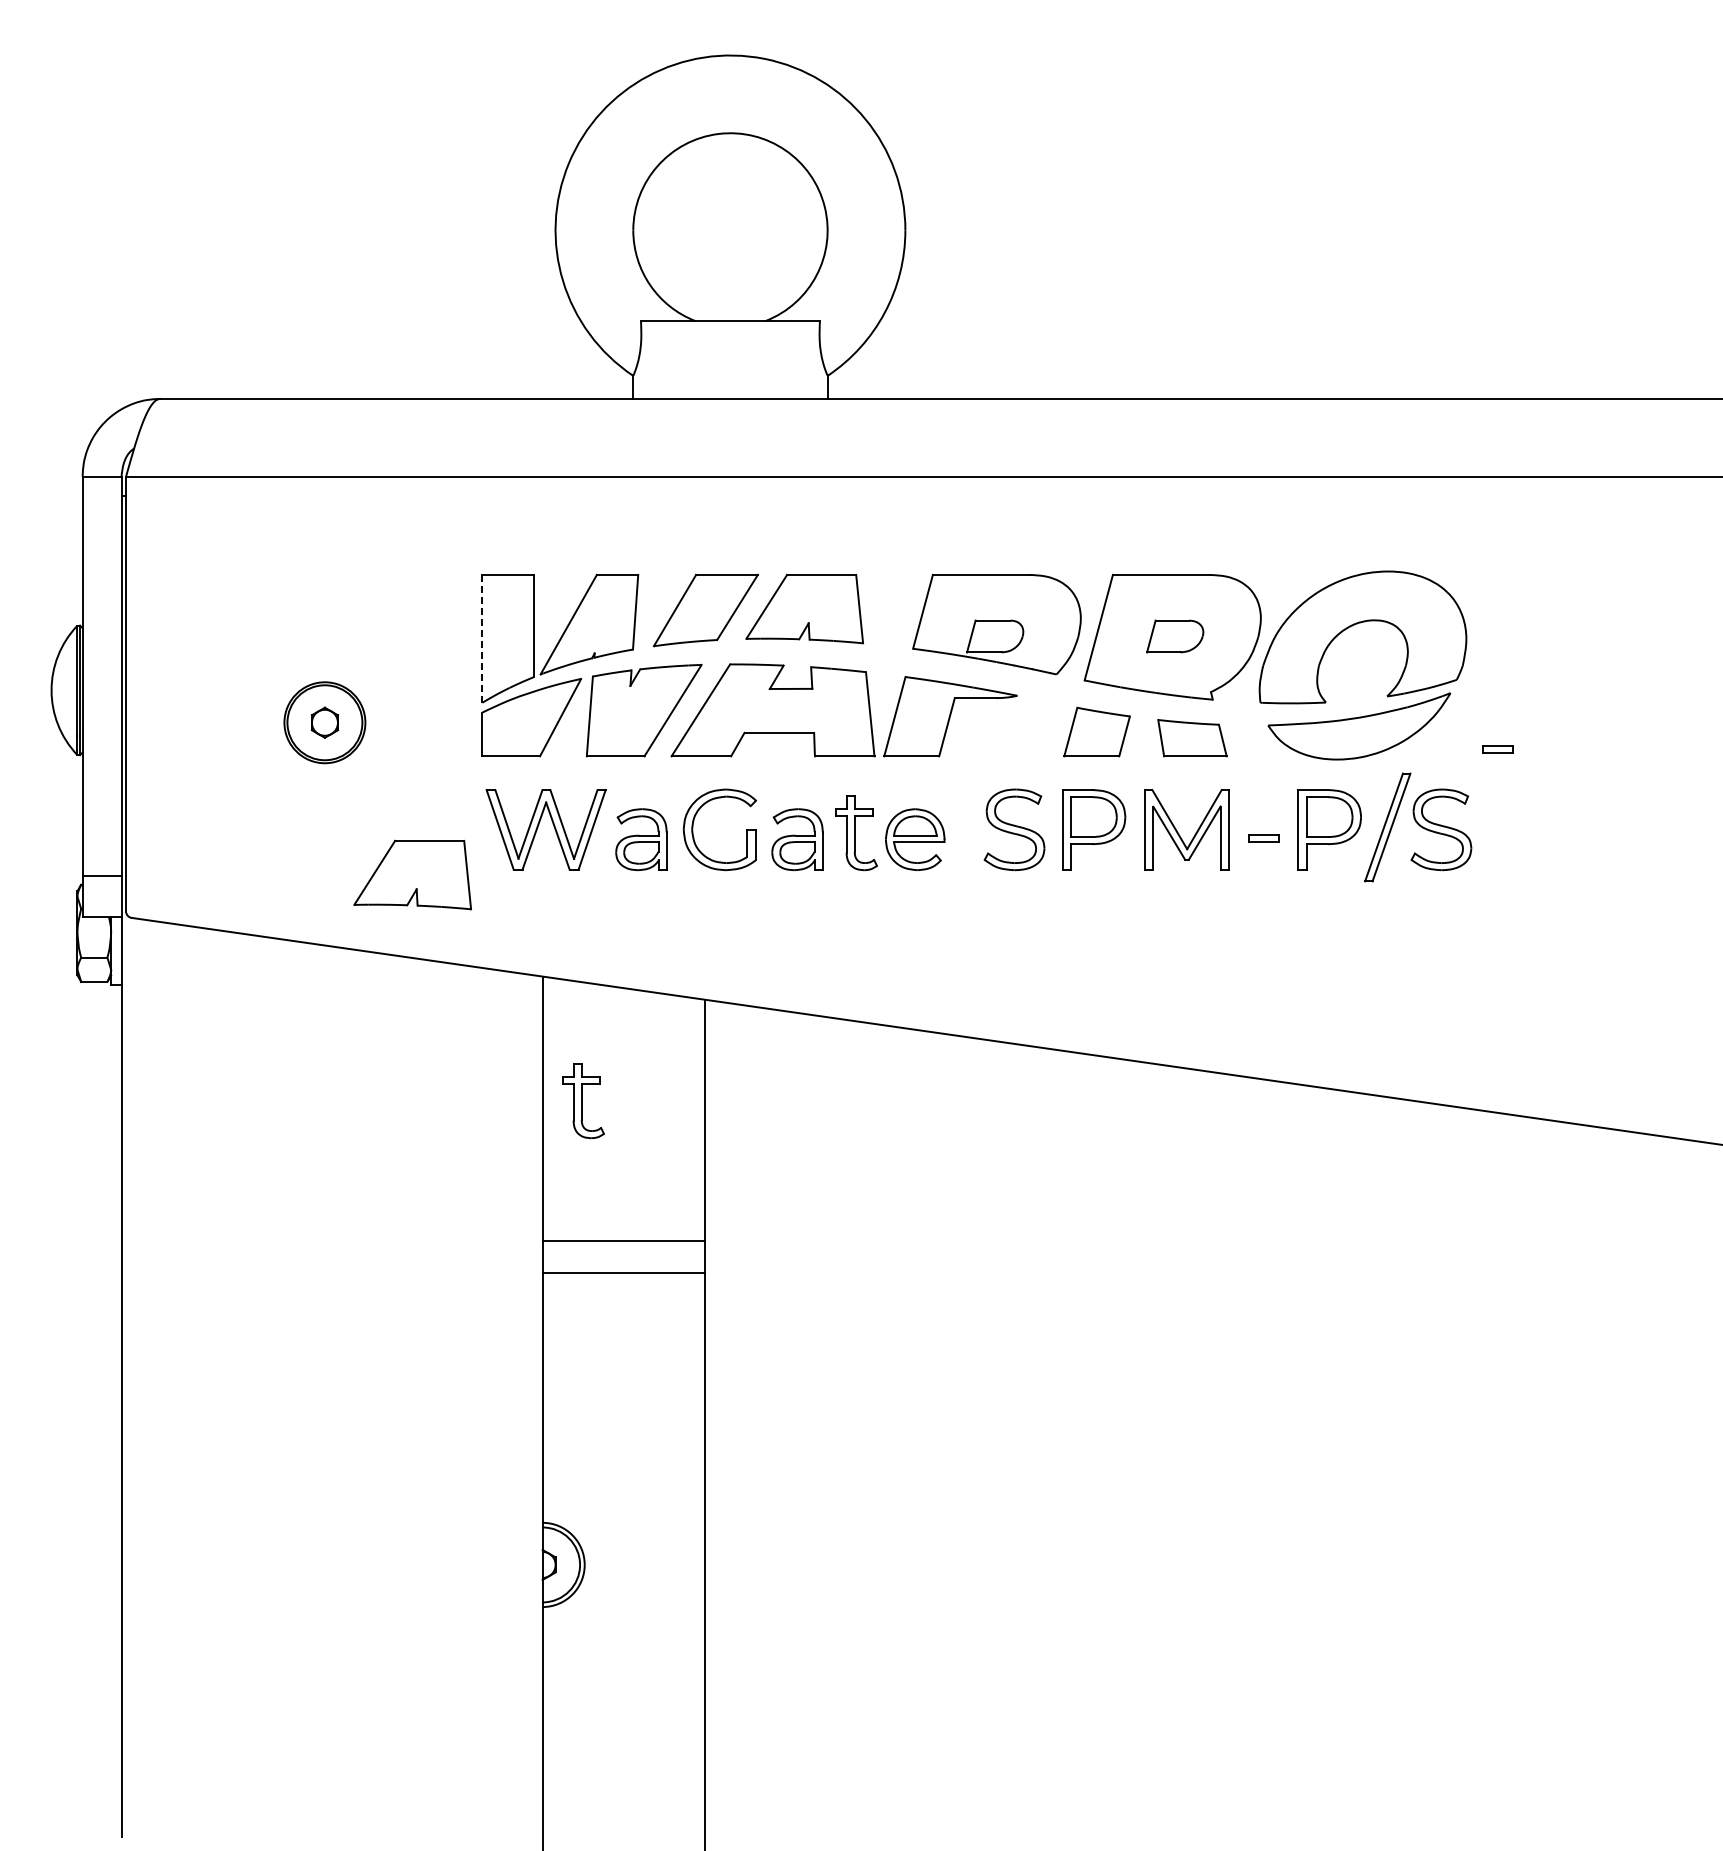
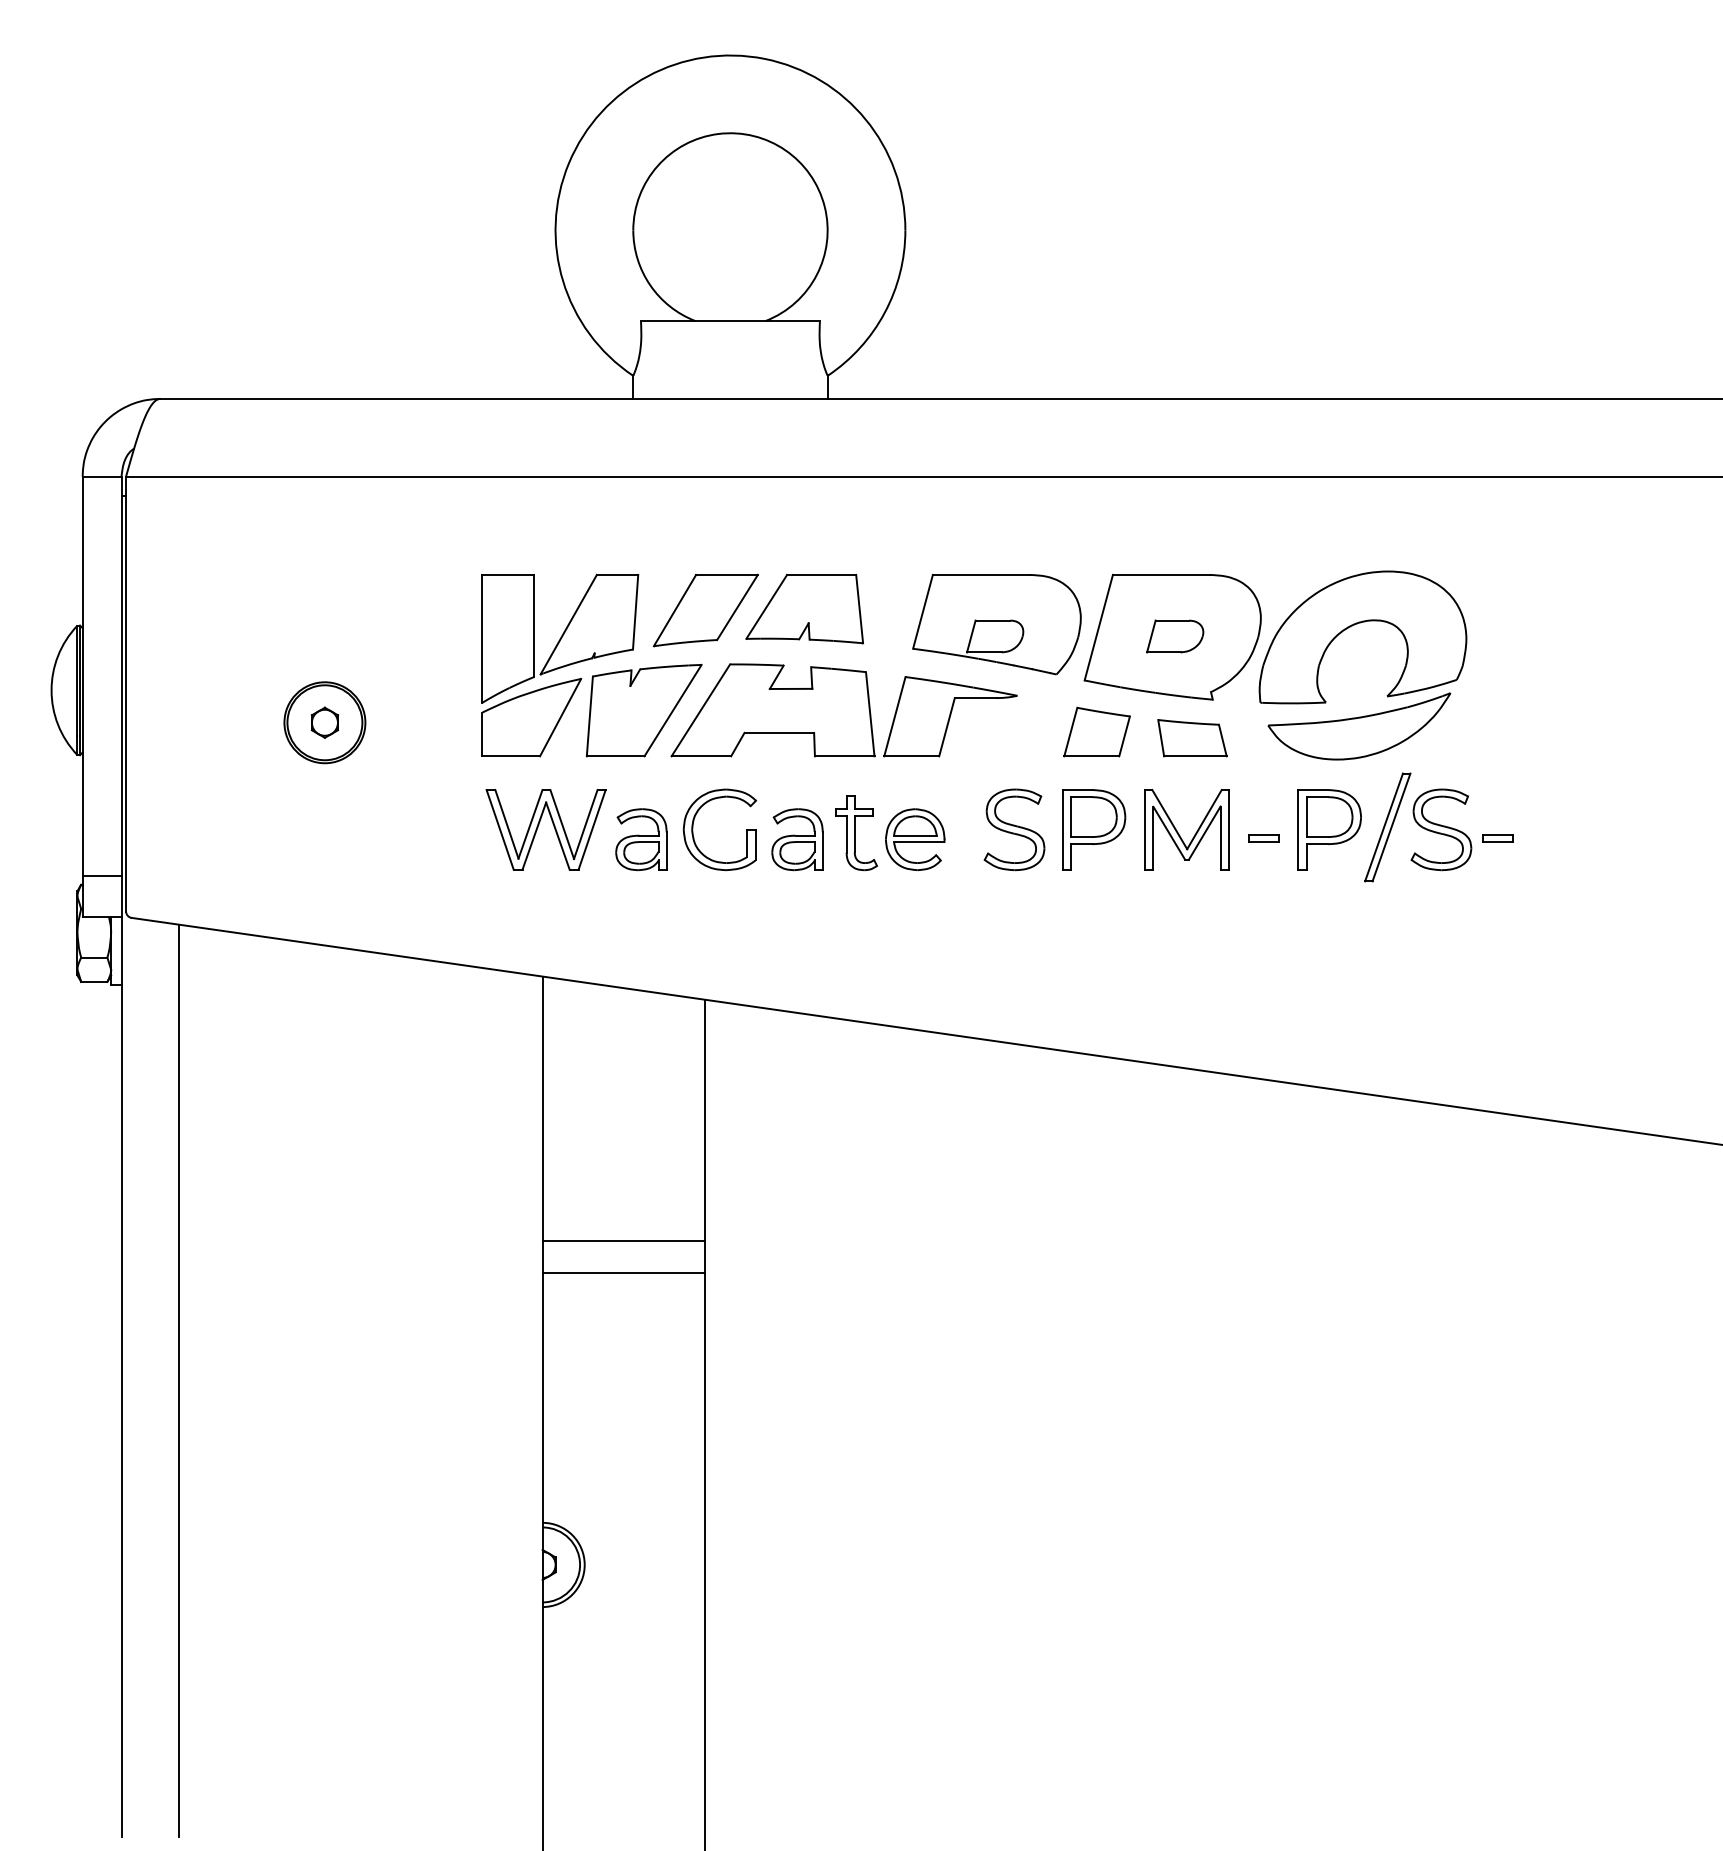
line at (482, 638): dashed -> solid
part at (1497, 749) position: (1497, 749) -> (1497, 838)
part at (412, 875): present -> none
part at (583, 1101): present -> none
line at (178, 1380): none -> present
